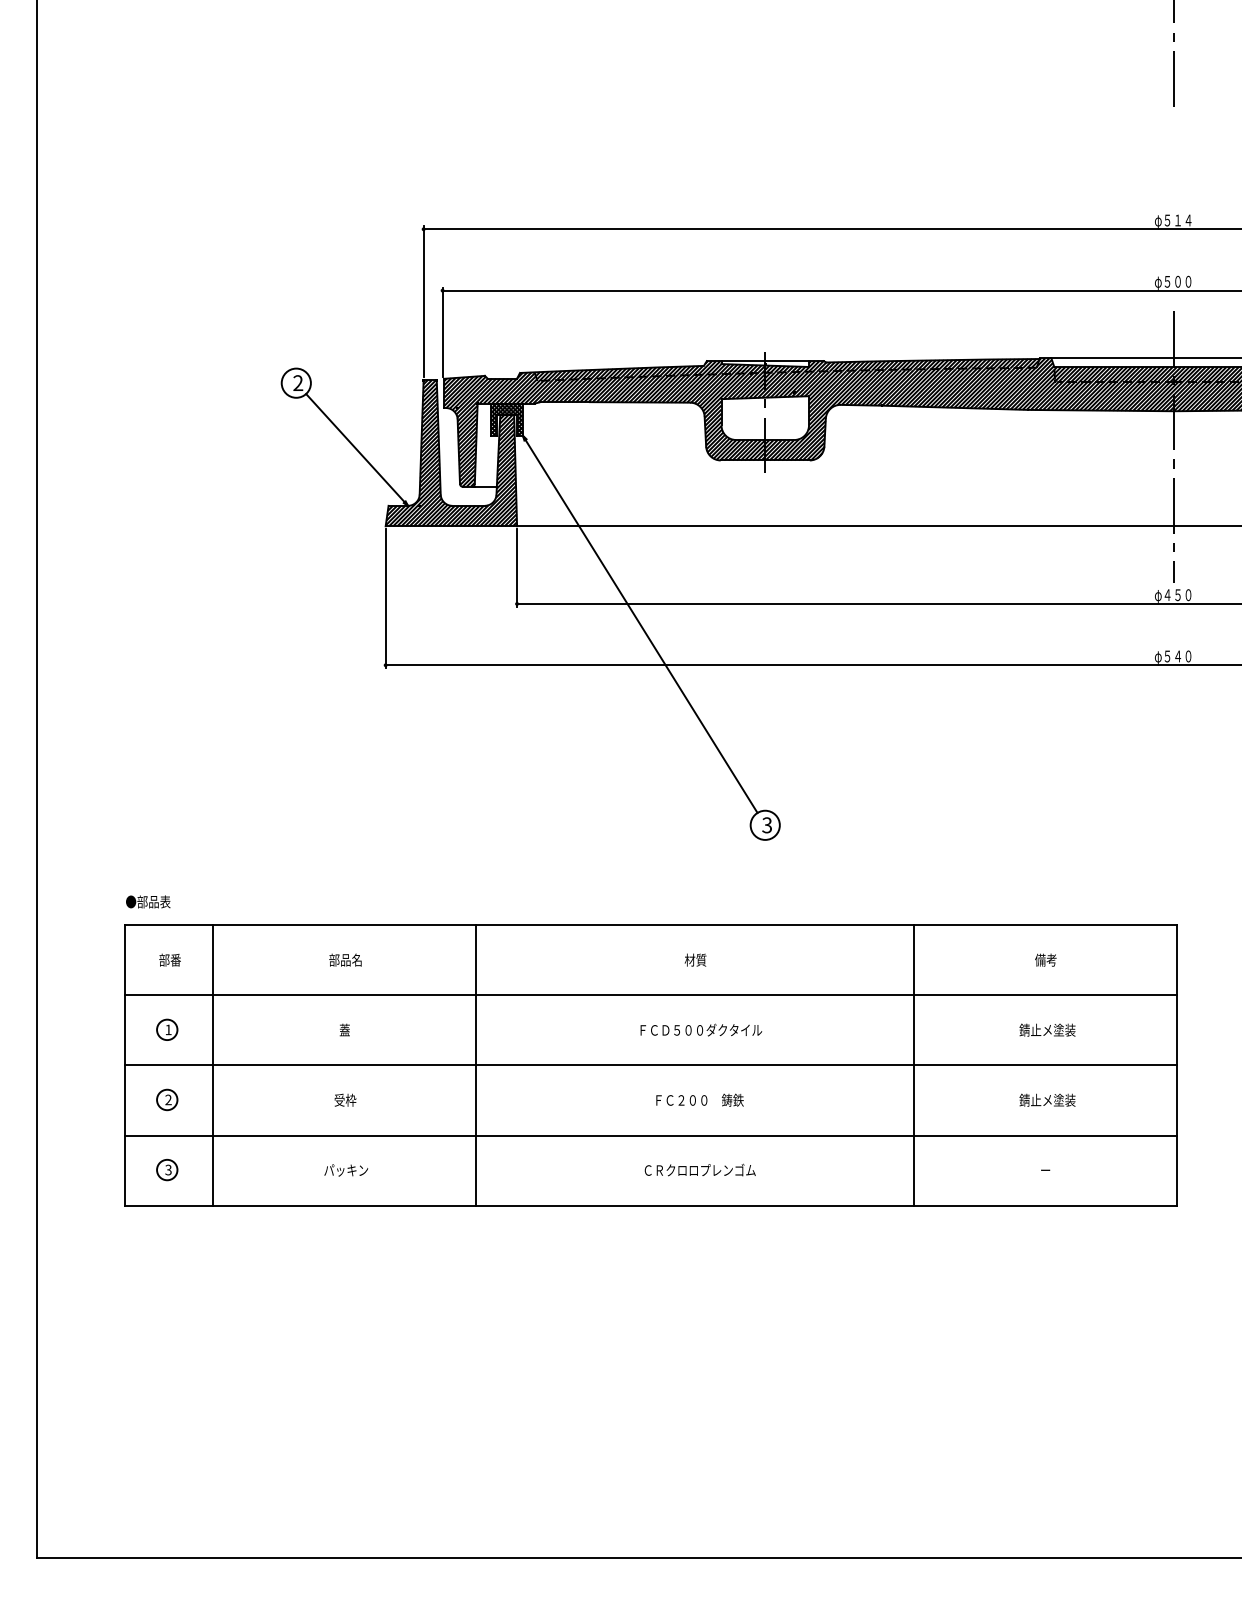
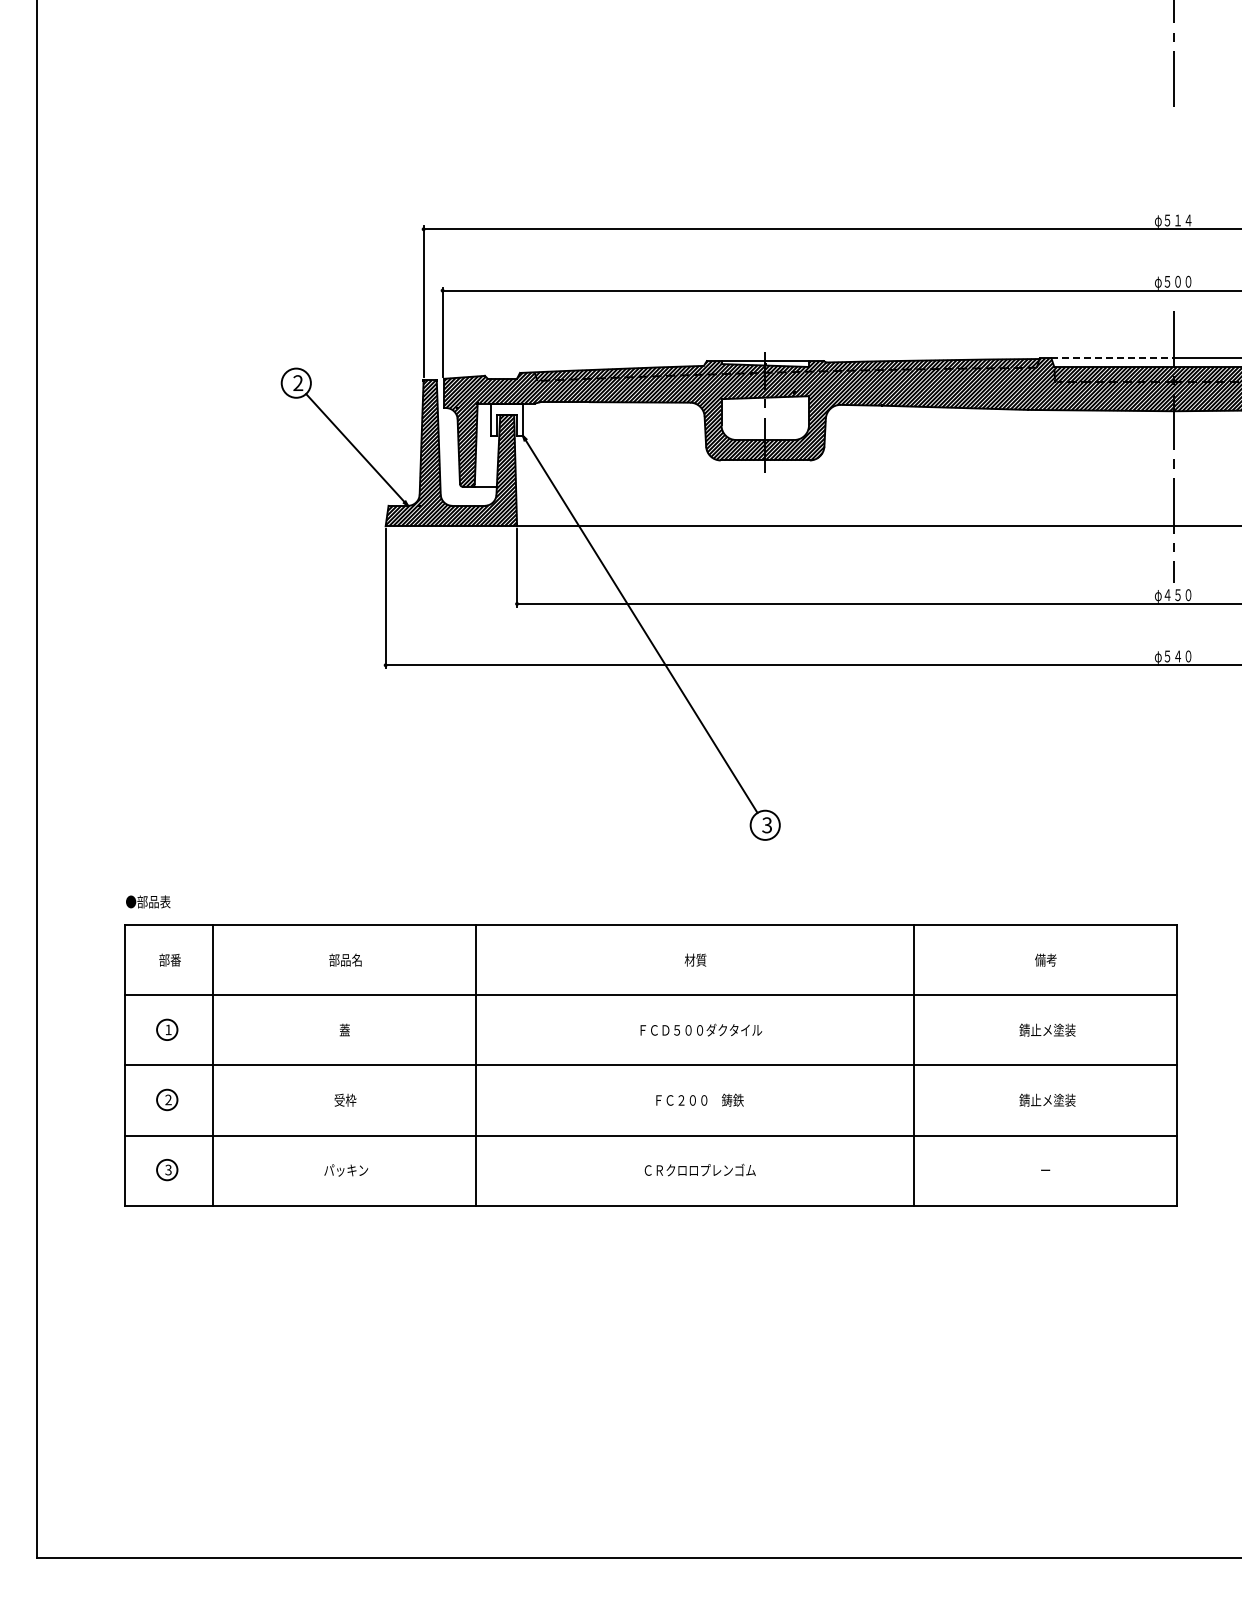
line at (1113, 358): solid -> dashed
hatch at (506, 419): present -> none
